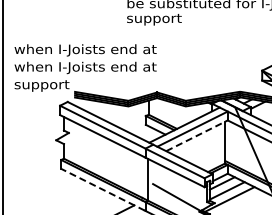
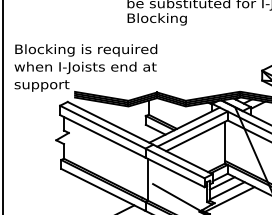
text at (156, 19): support -> Blocking
text at (85, 50): when I-Joists end at -> Blocking is required
line at (197, 135): dashed -> solid
line at (103, 189): dashed -> solid
